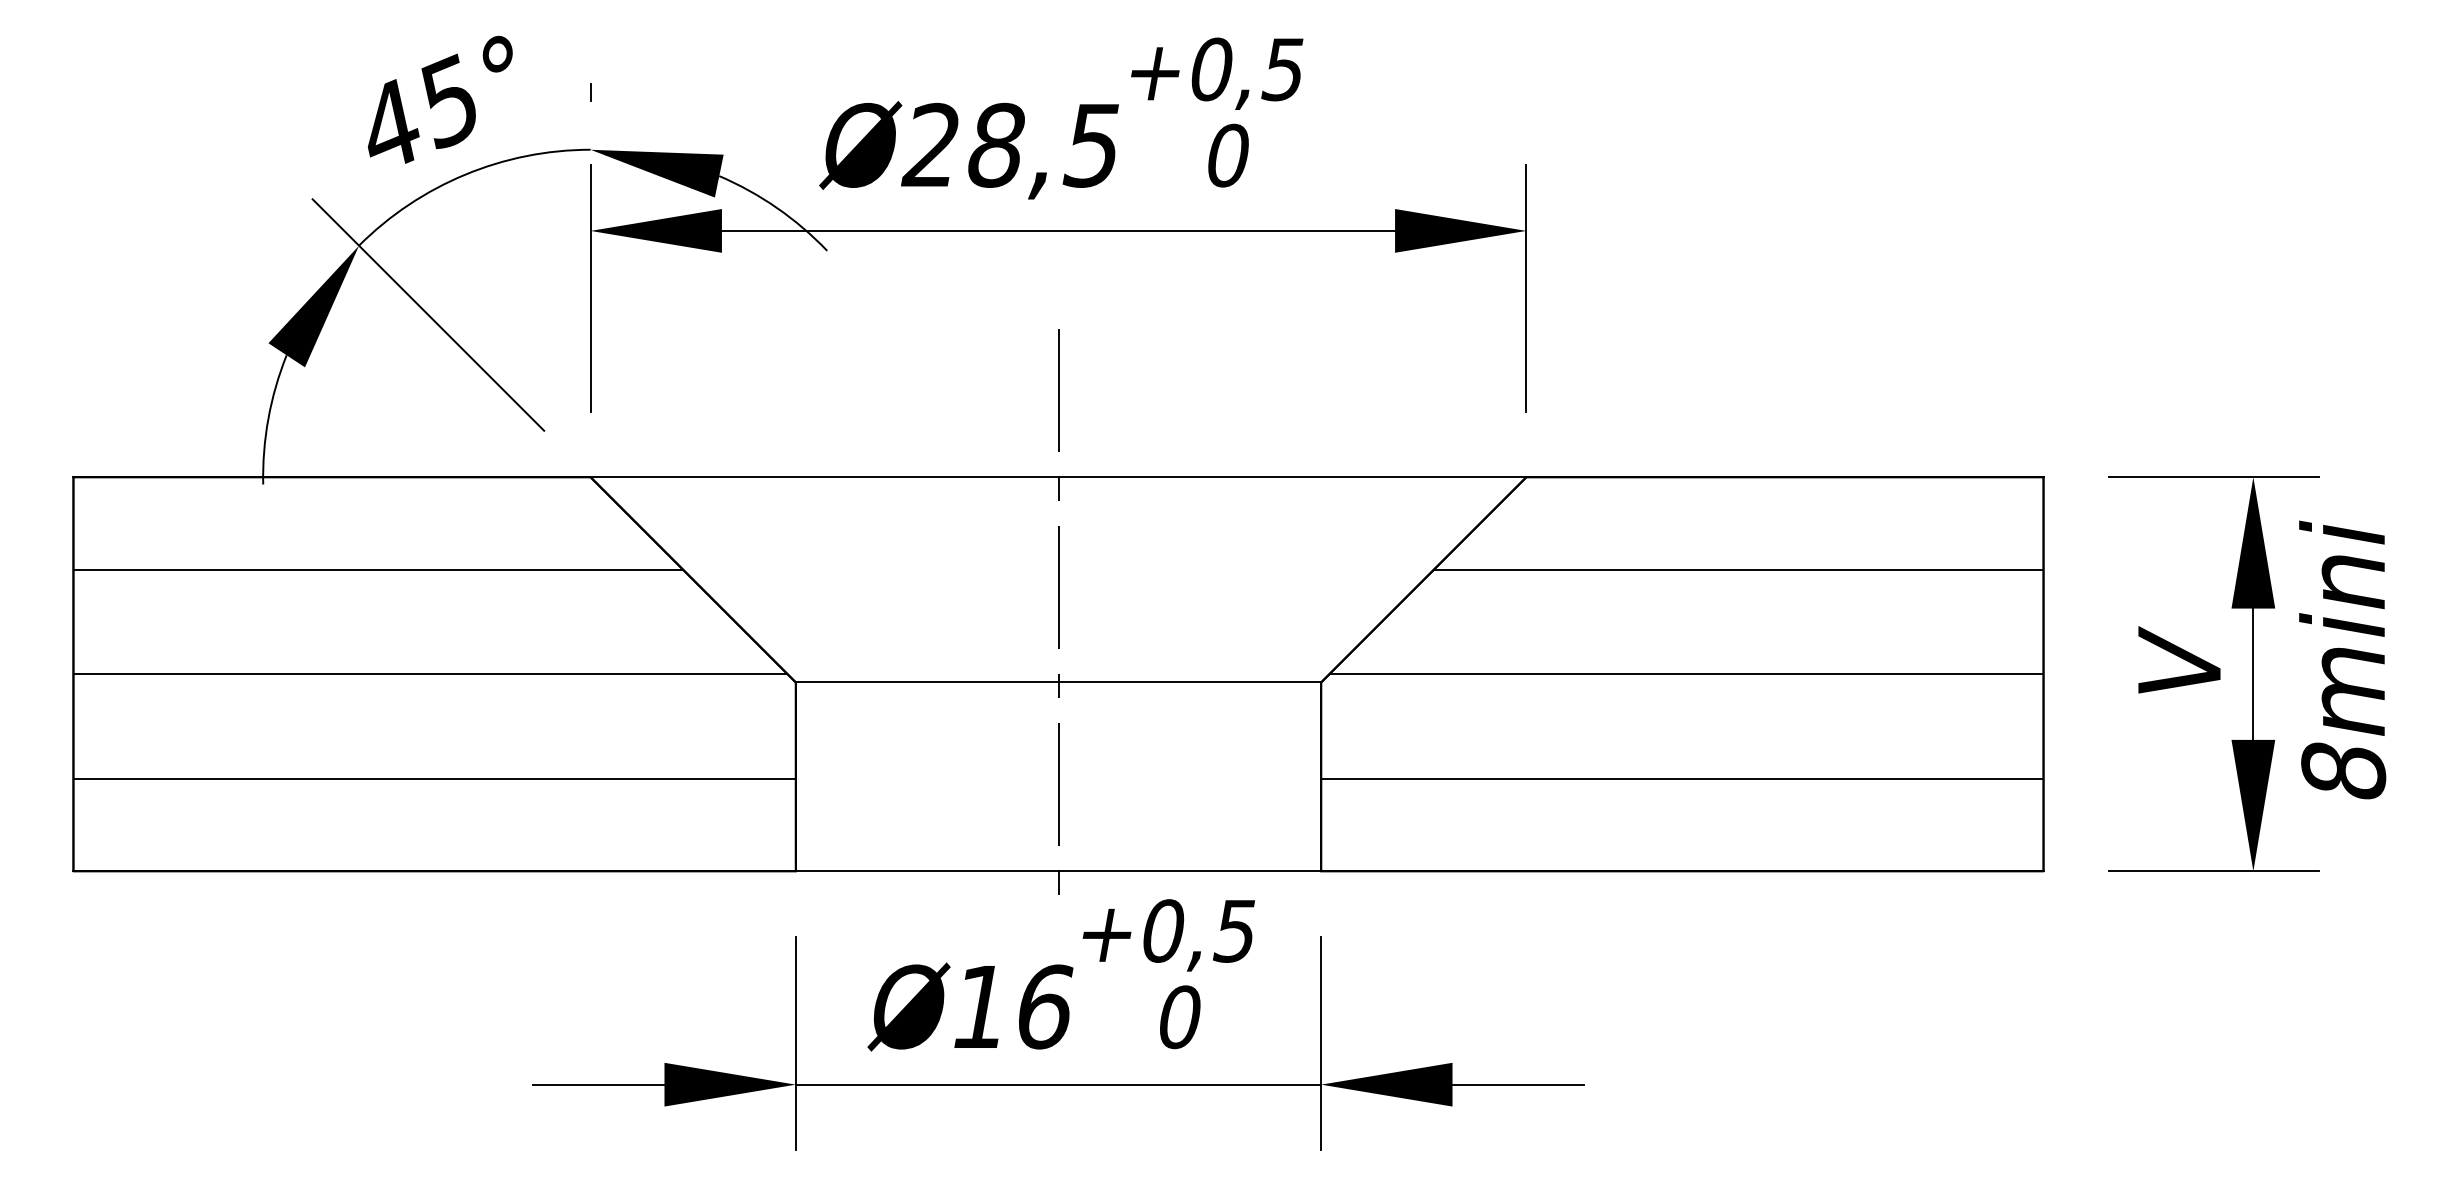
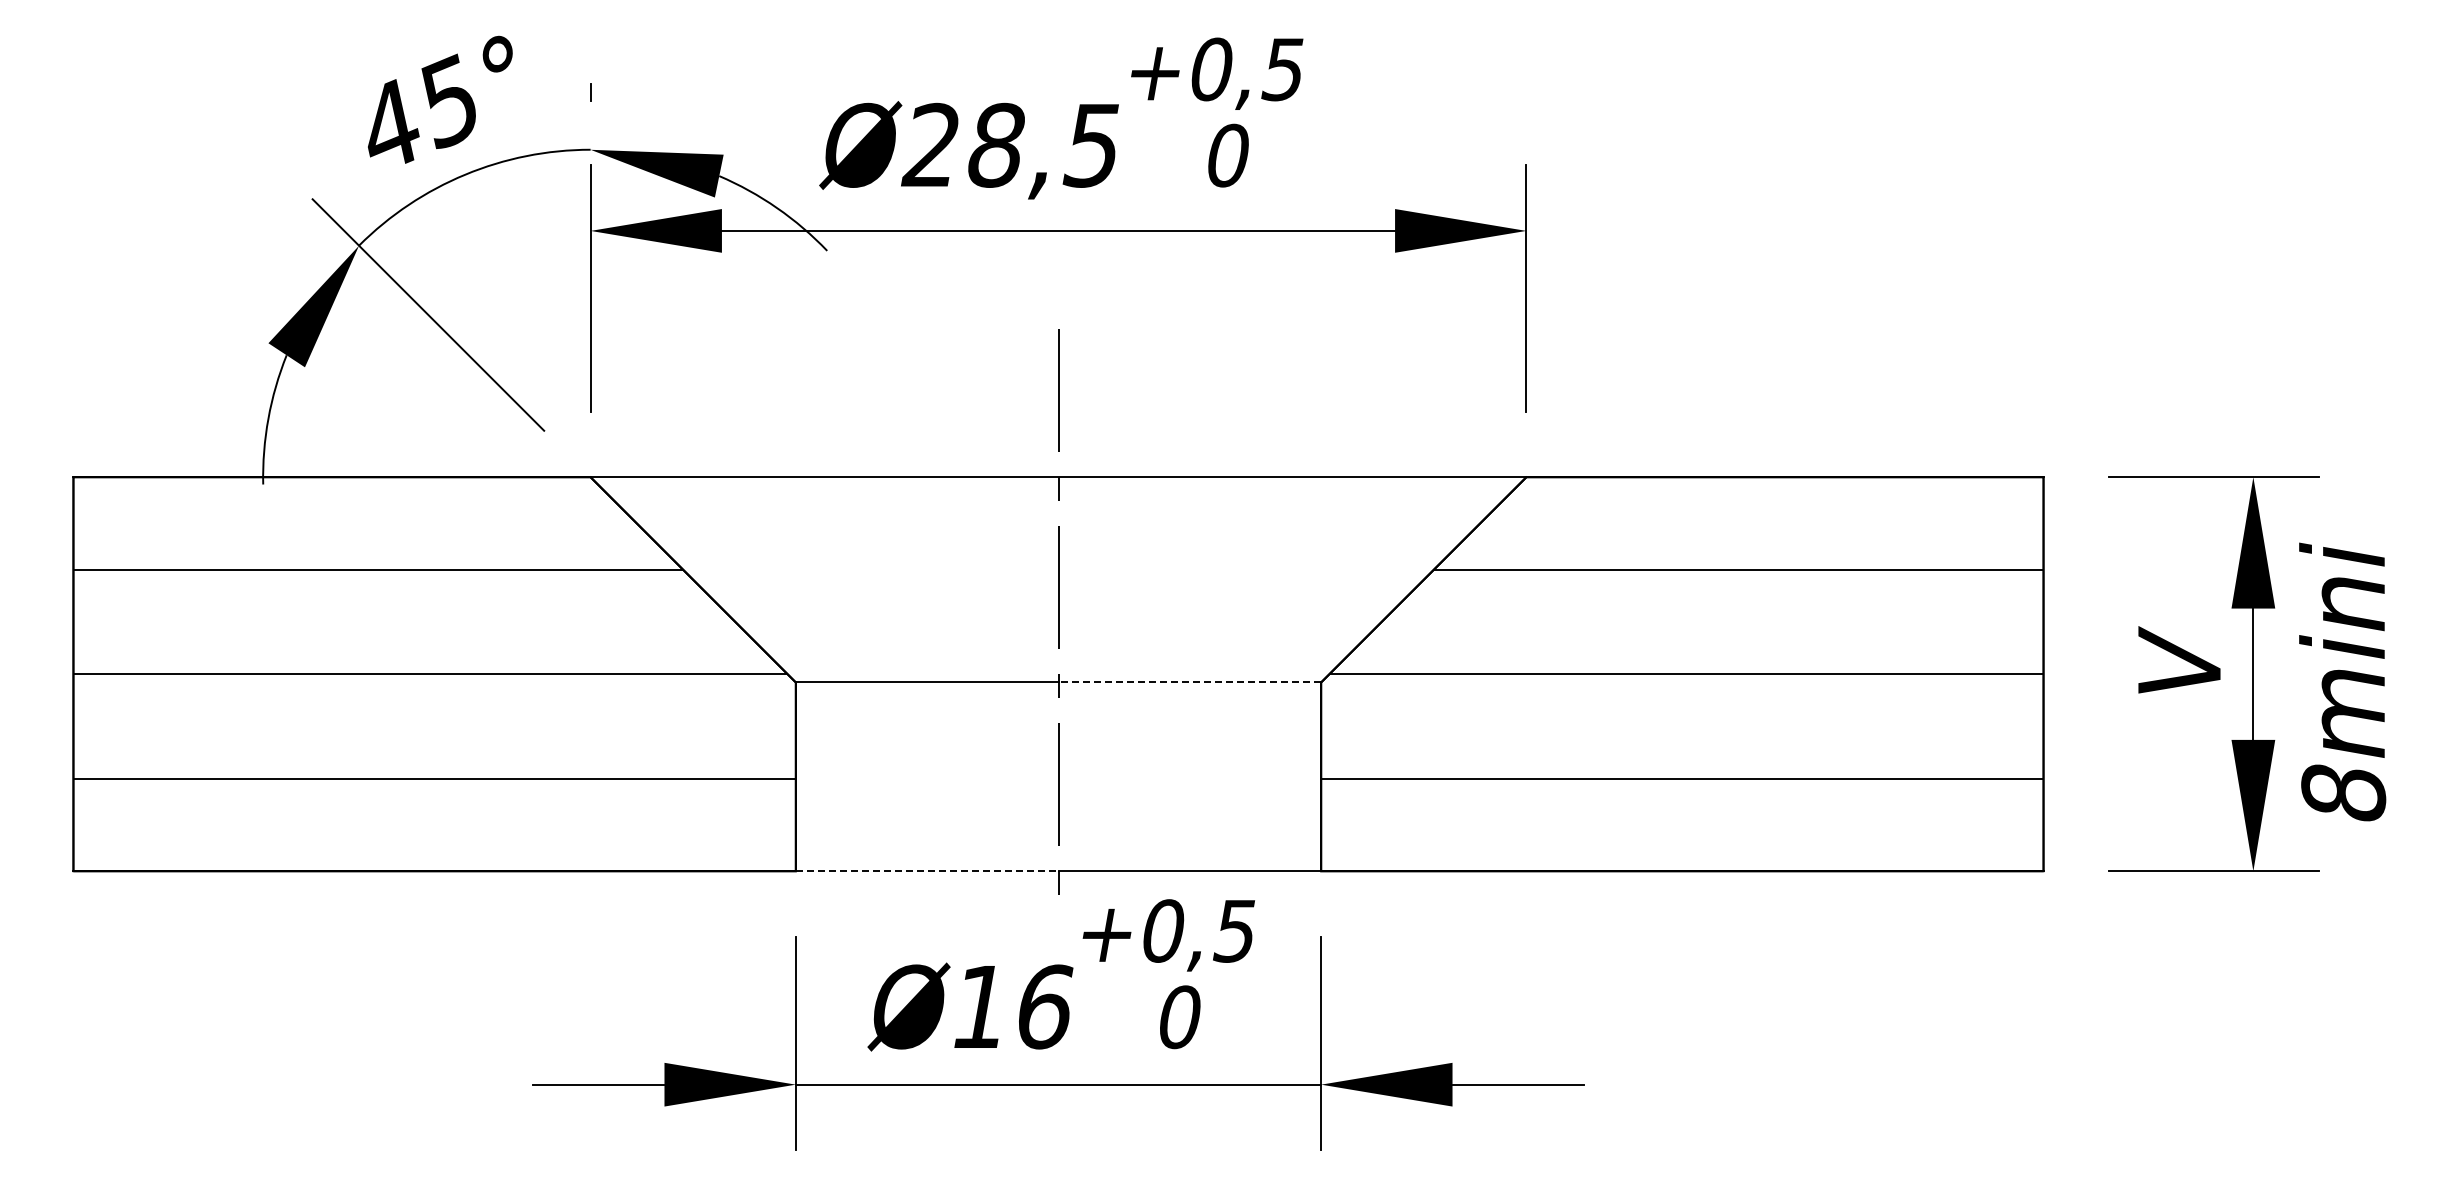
text at (2342, 659) position: (2342, 659) -> (2342, 681)
line at (1189, 682): solid -> dashed
line at (927, 871): solid -> dashed
